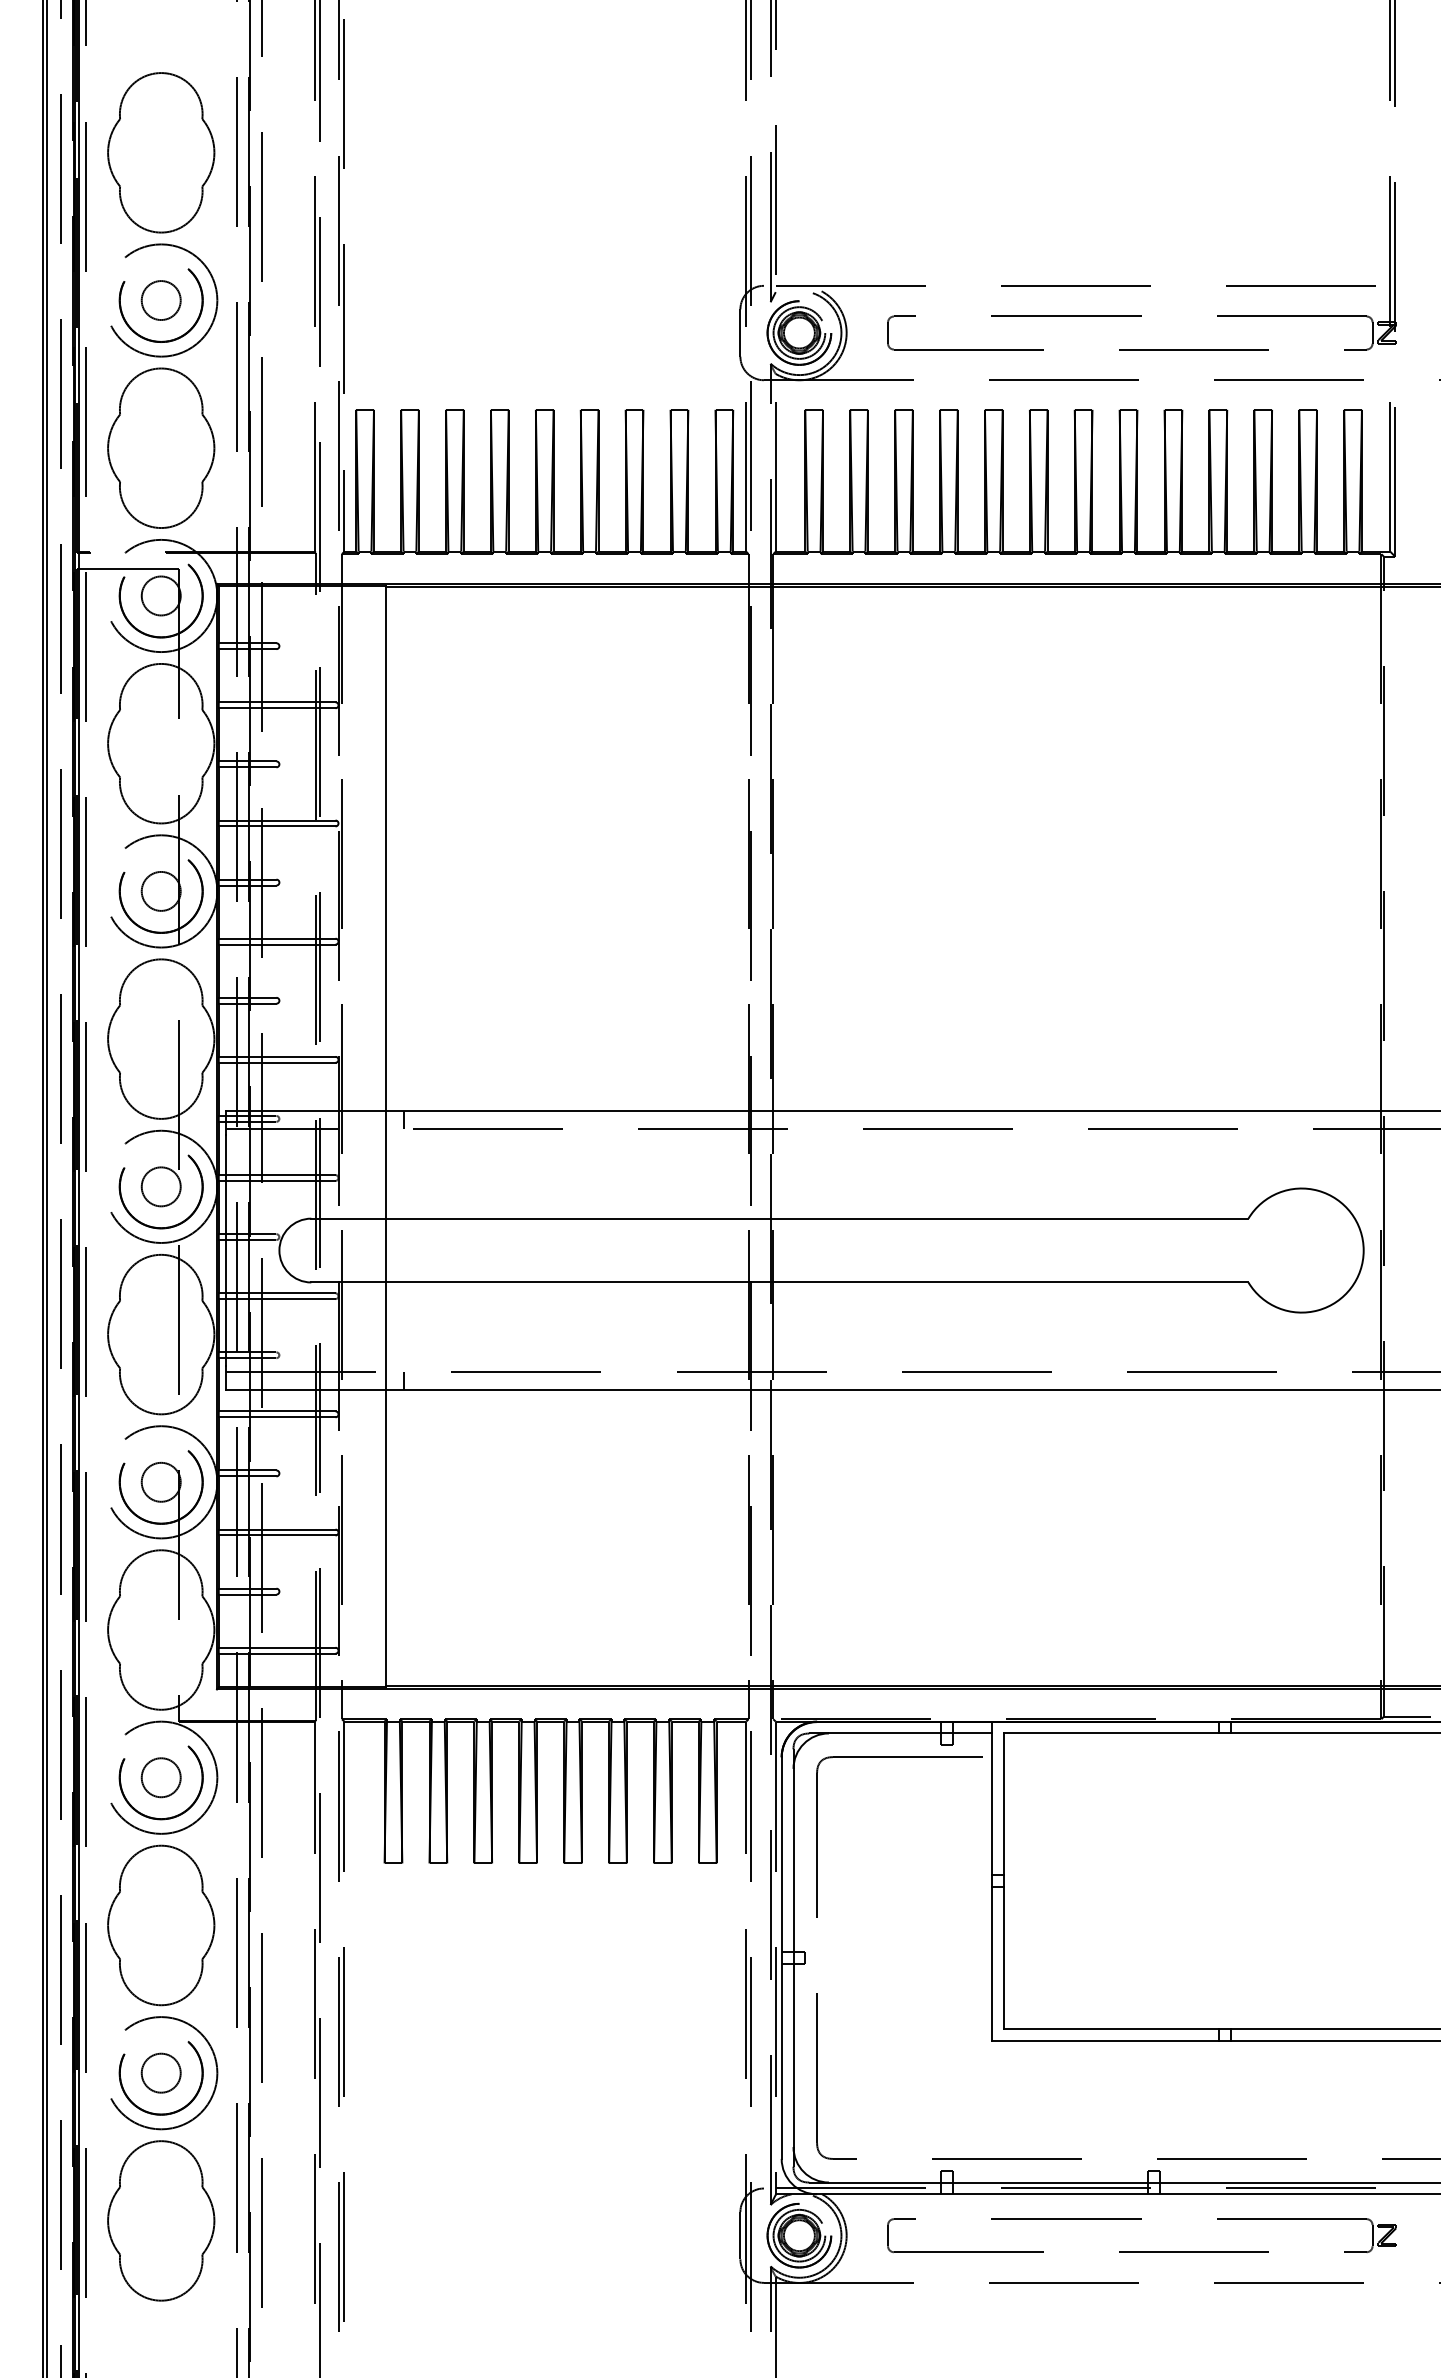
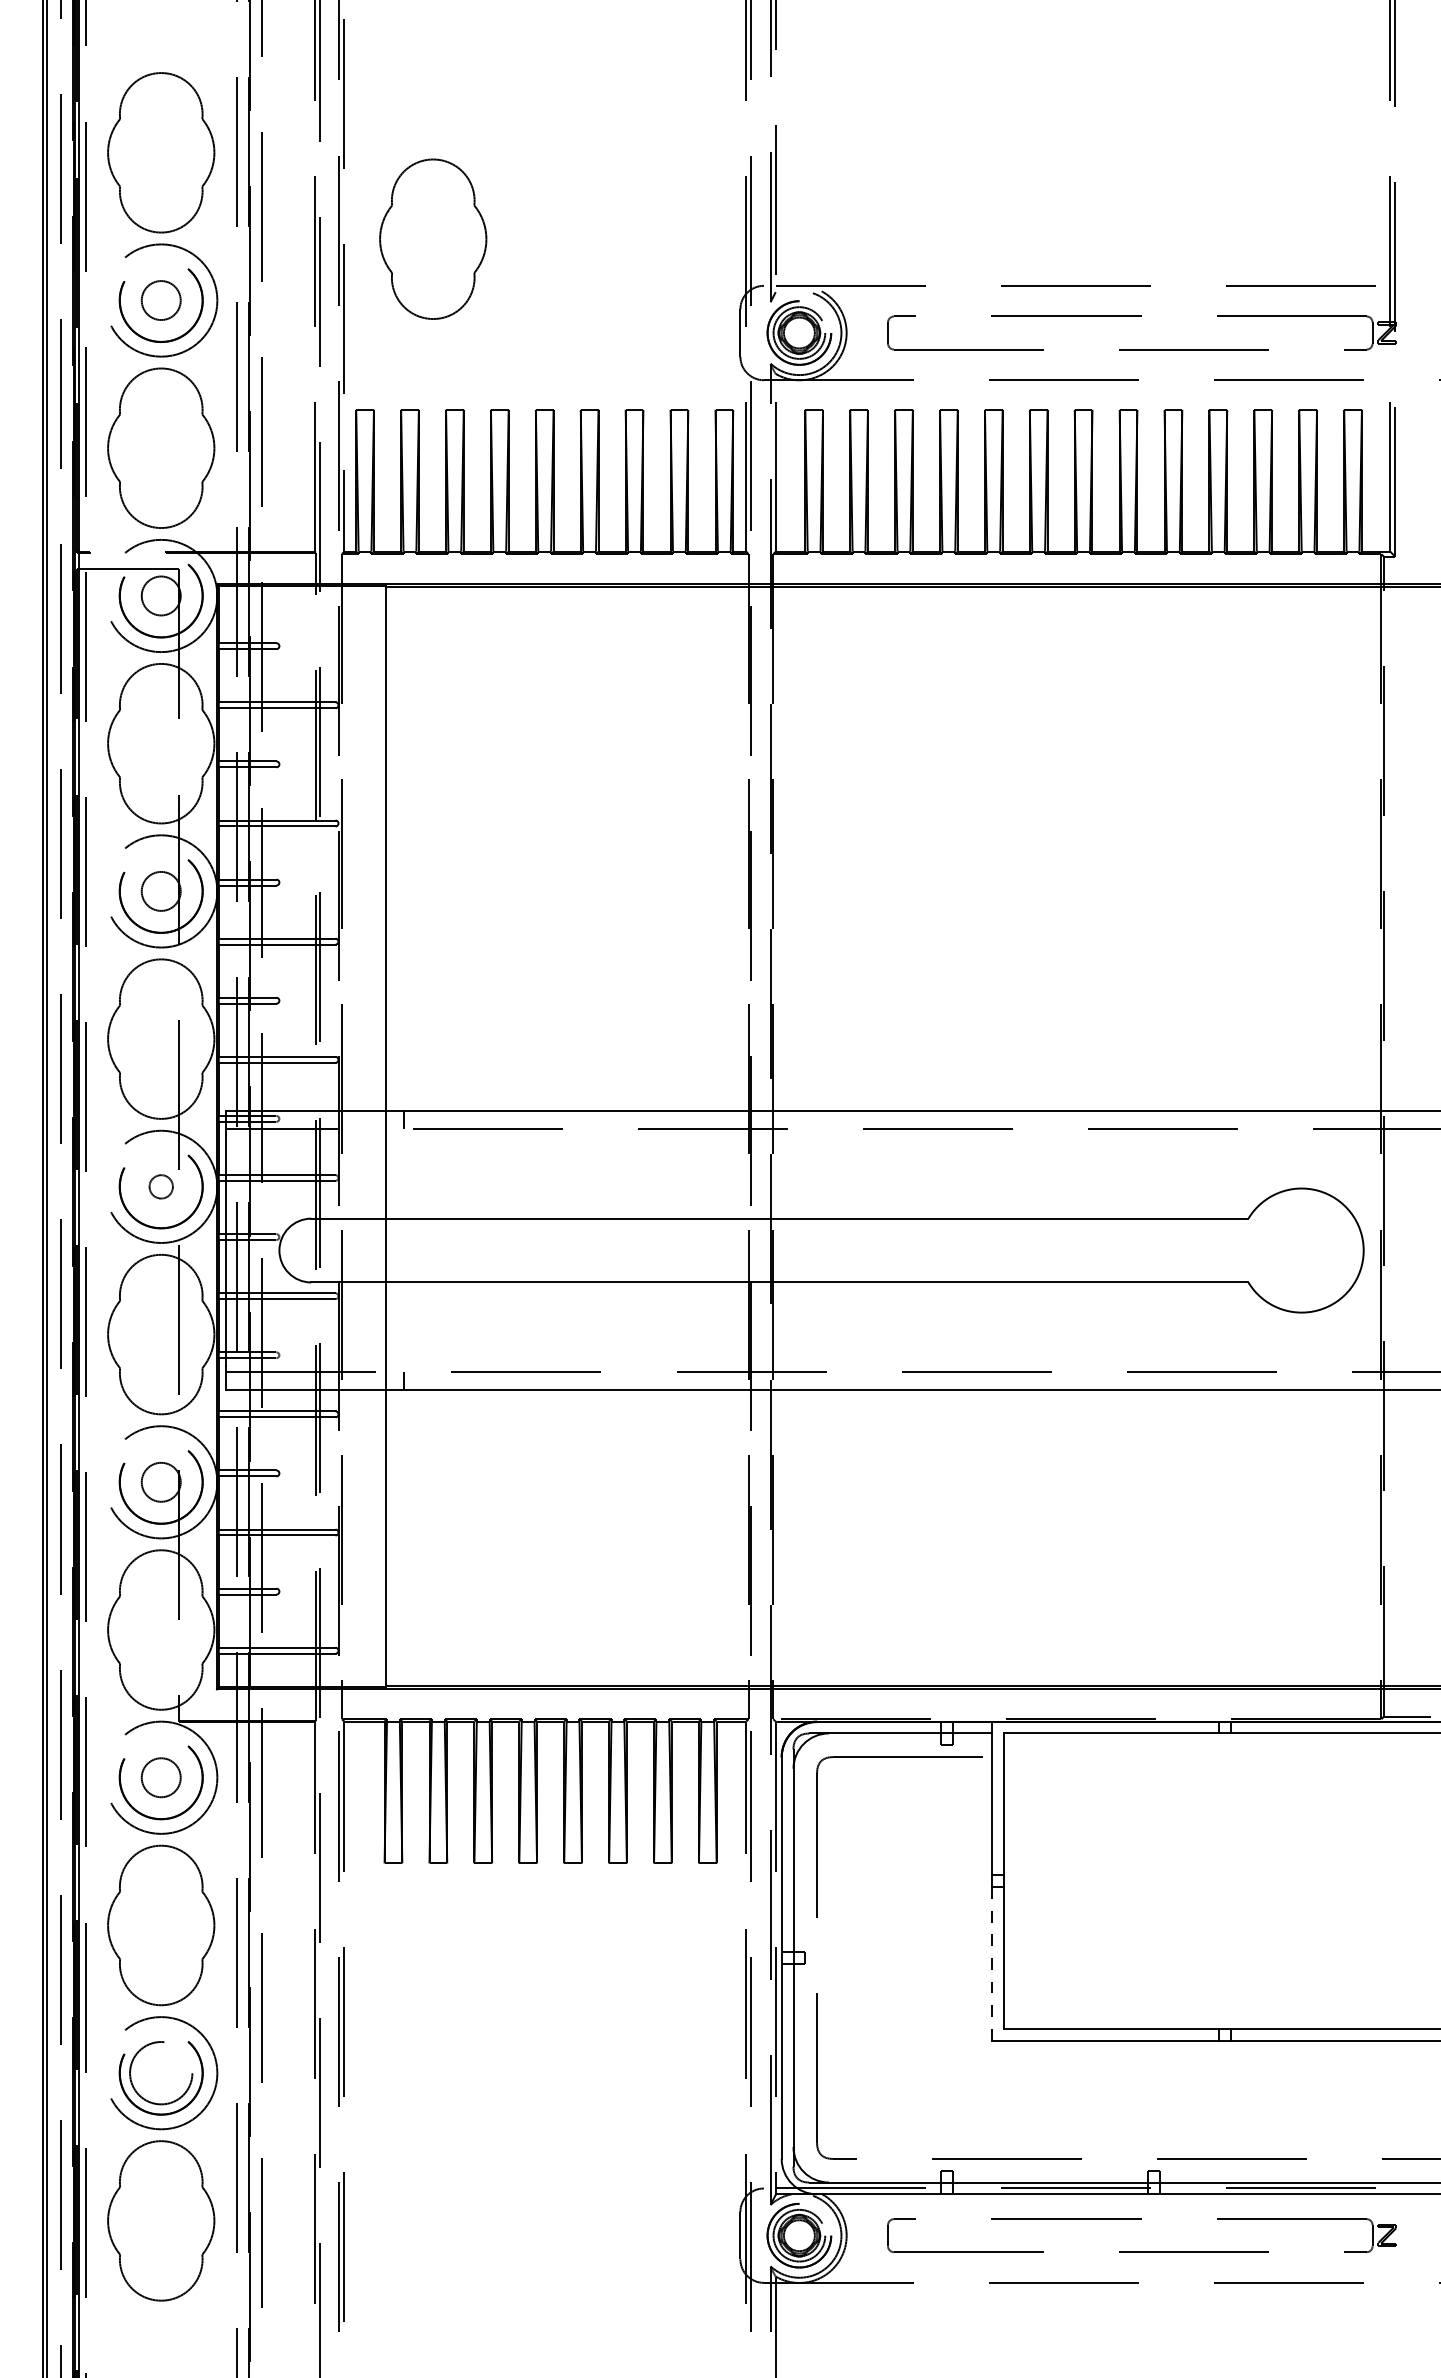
part at (433, 238): none -> present
circle at (160, 1186) diameter: 39 px -> 23 px
line at (992, 1963): solid -> dashed
circle at (160, 2072) diameter: 39 px -> 62 px
